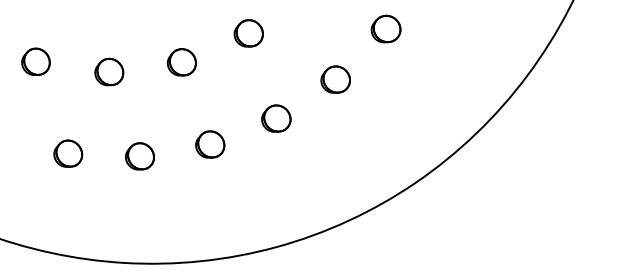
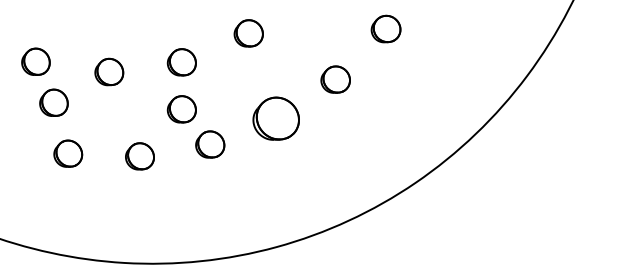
part at (53, 102): none -> present
part at (181, 109): none -> present
part at (276, 118) size: 31x29 px -> 48x45 px
